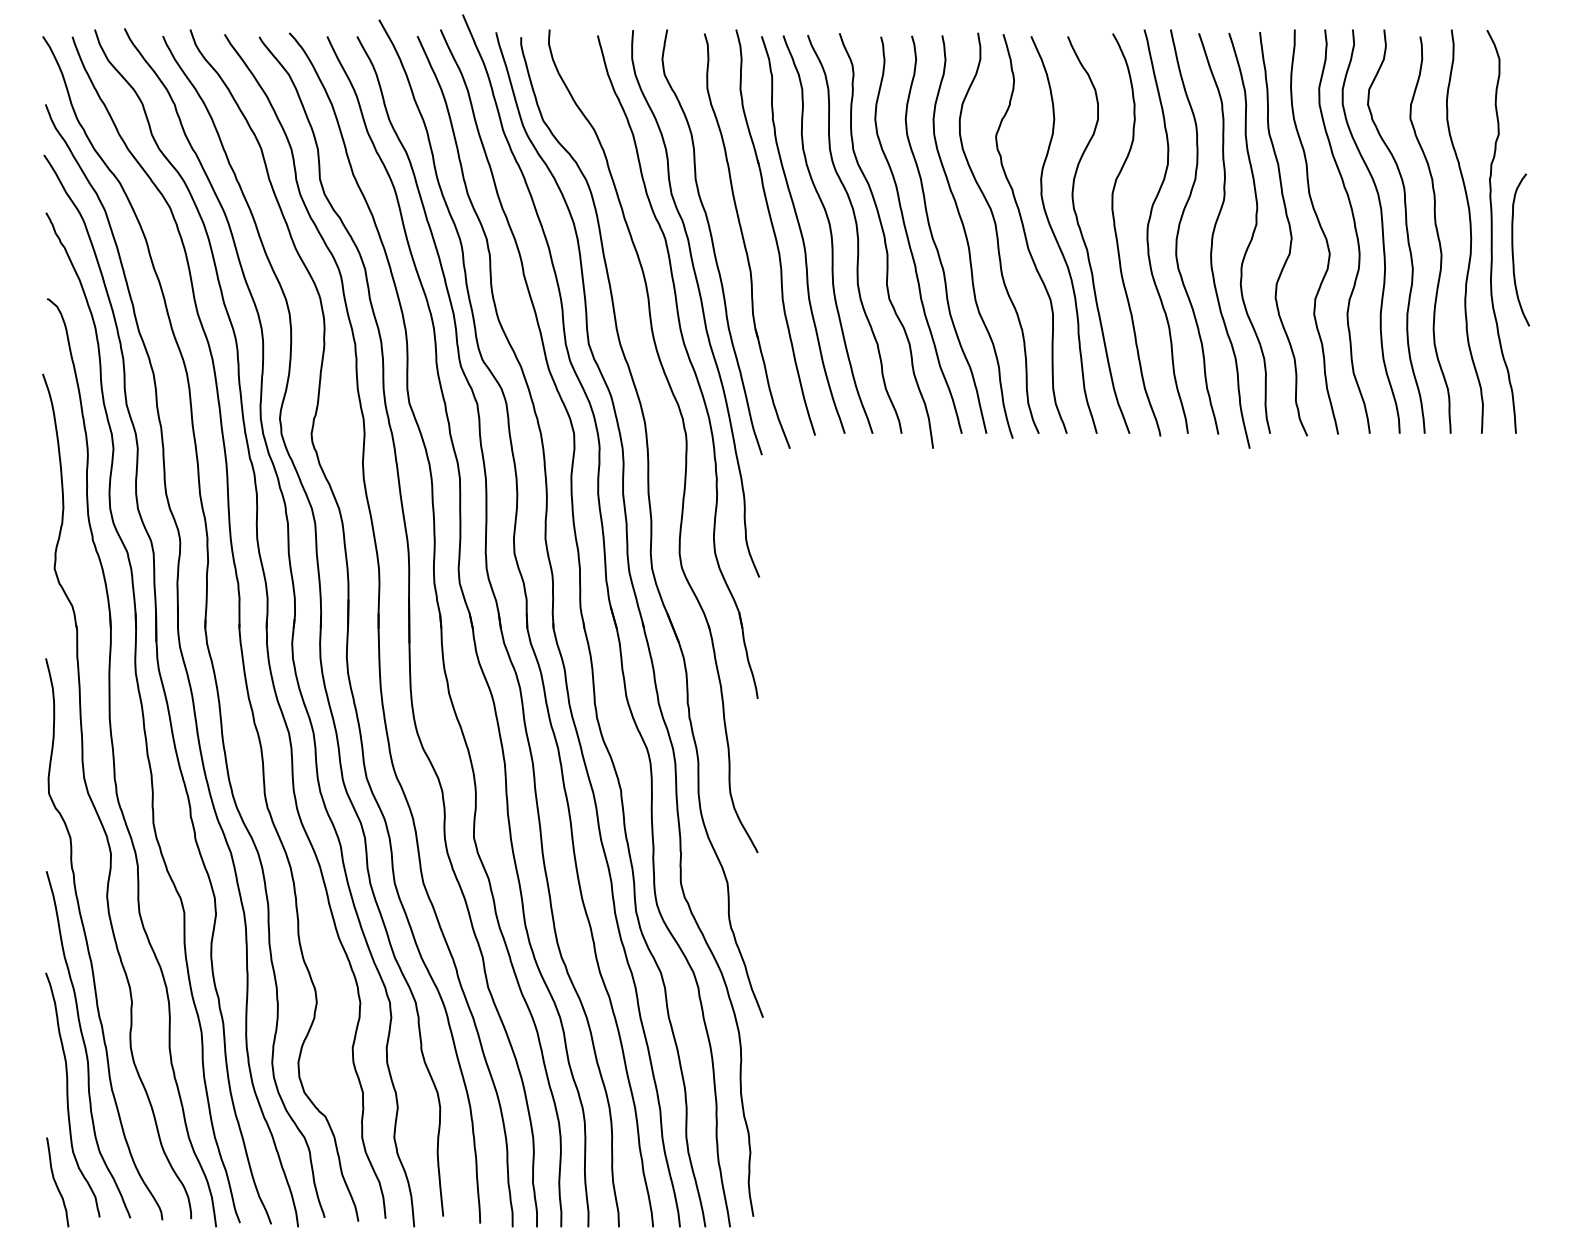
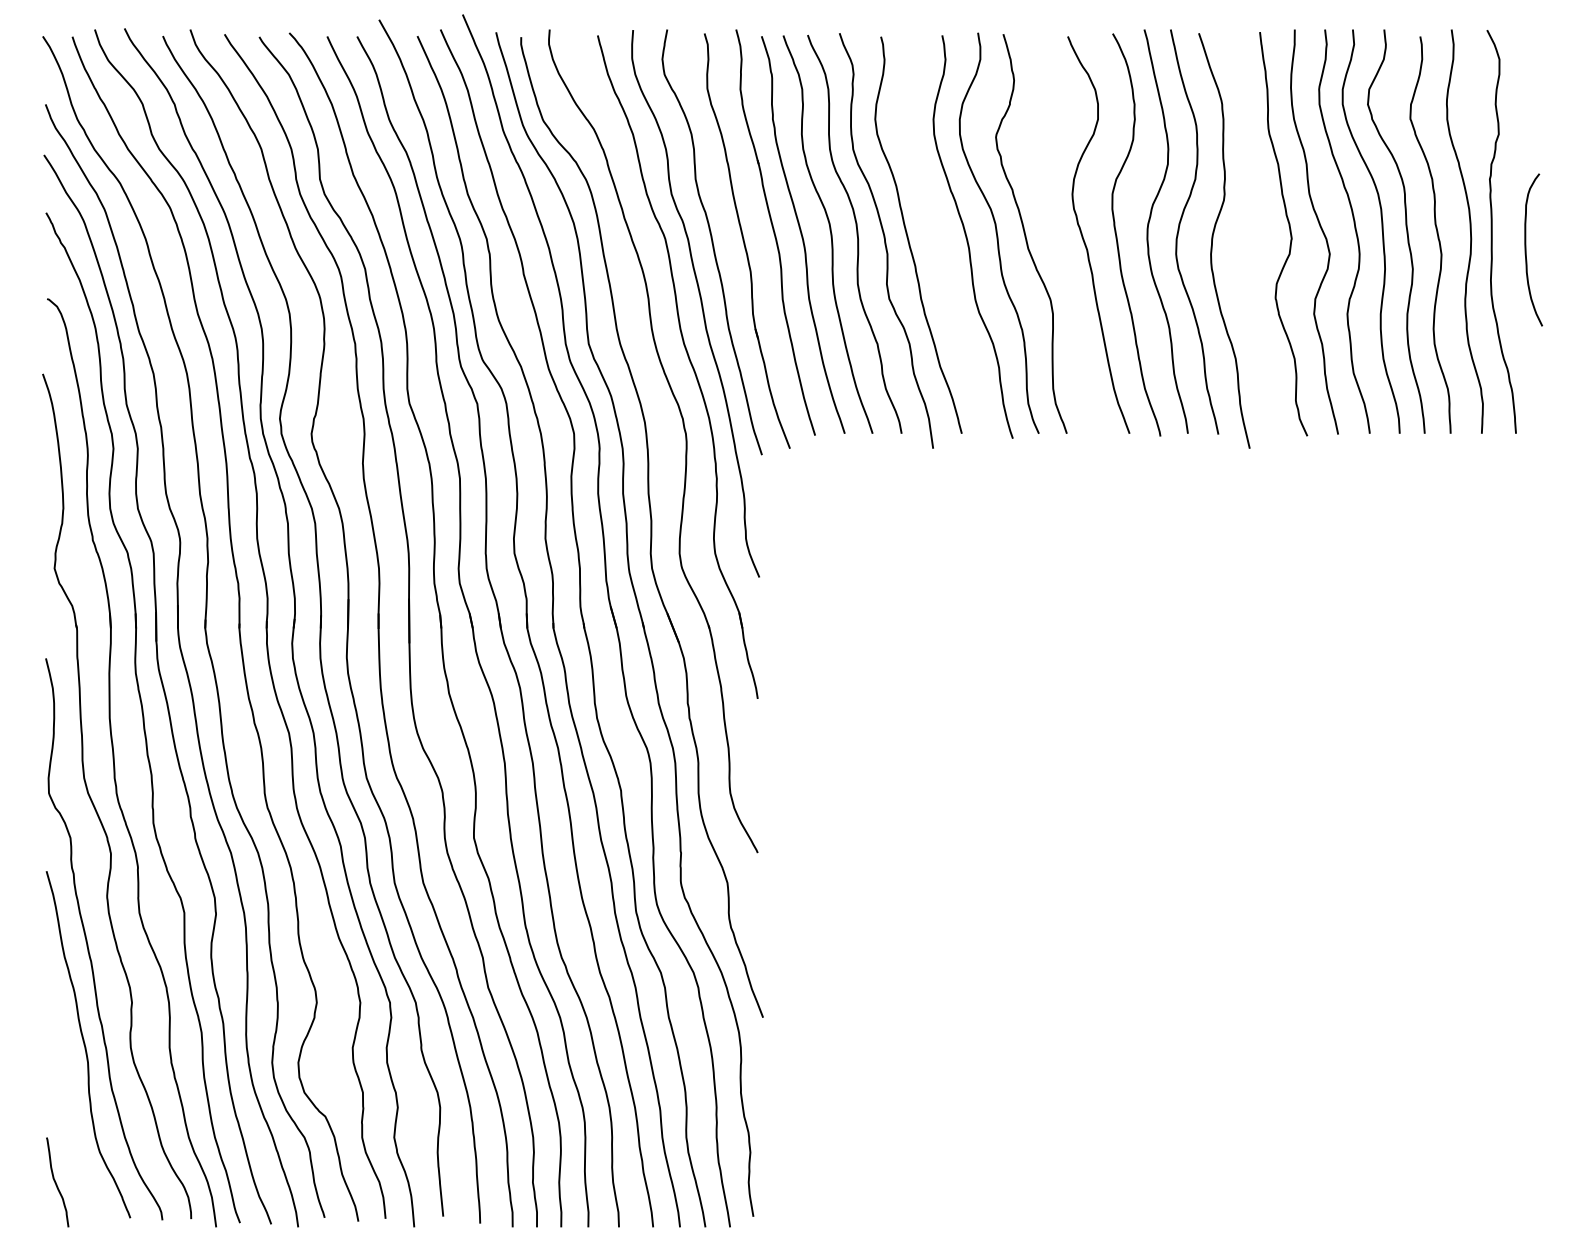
curve at (1251, 235): present -> none
curve at (1056, 237): present -> none
curve at (934, 239): present -> none
curve at (1513, 249) position: (1513, 249) -> (1526, 249)
curve at (68, 1094): present -> none
